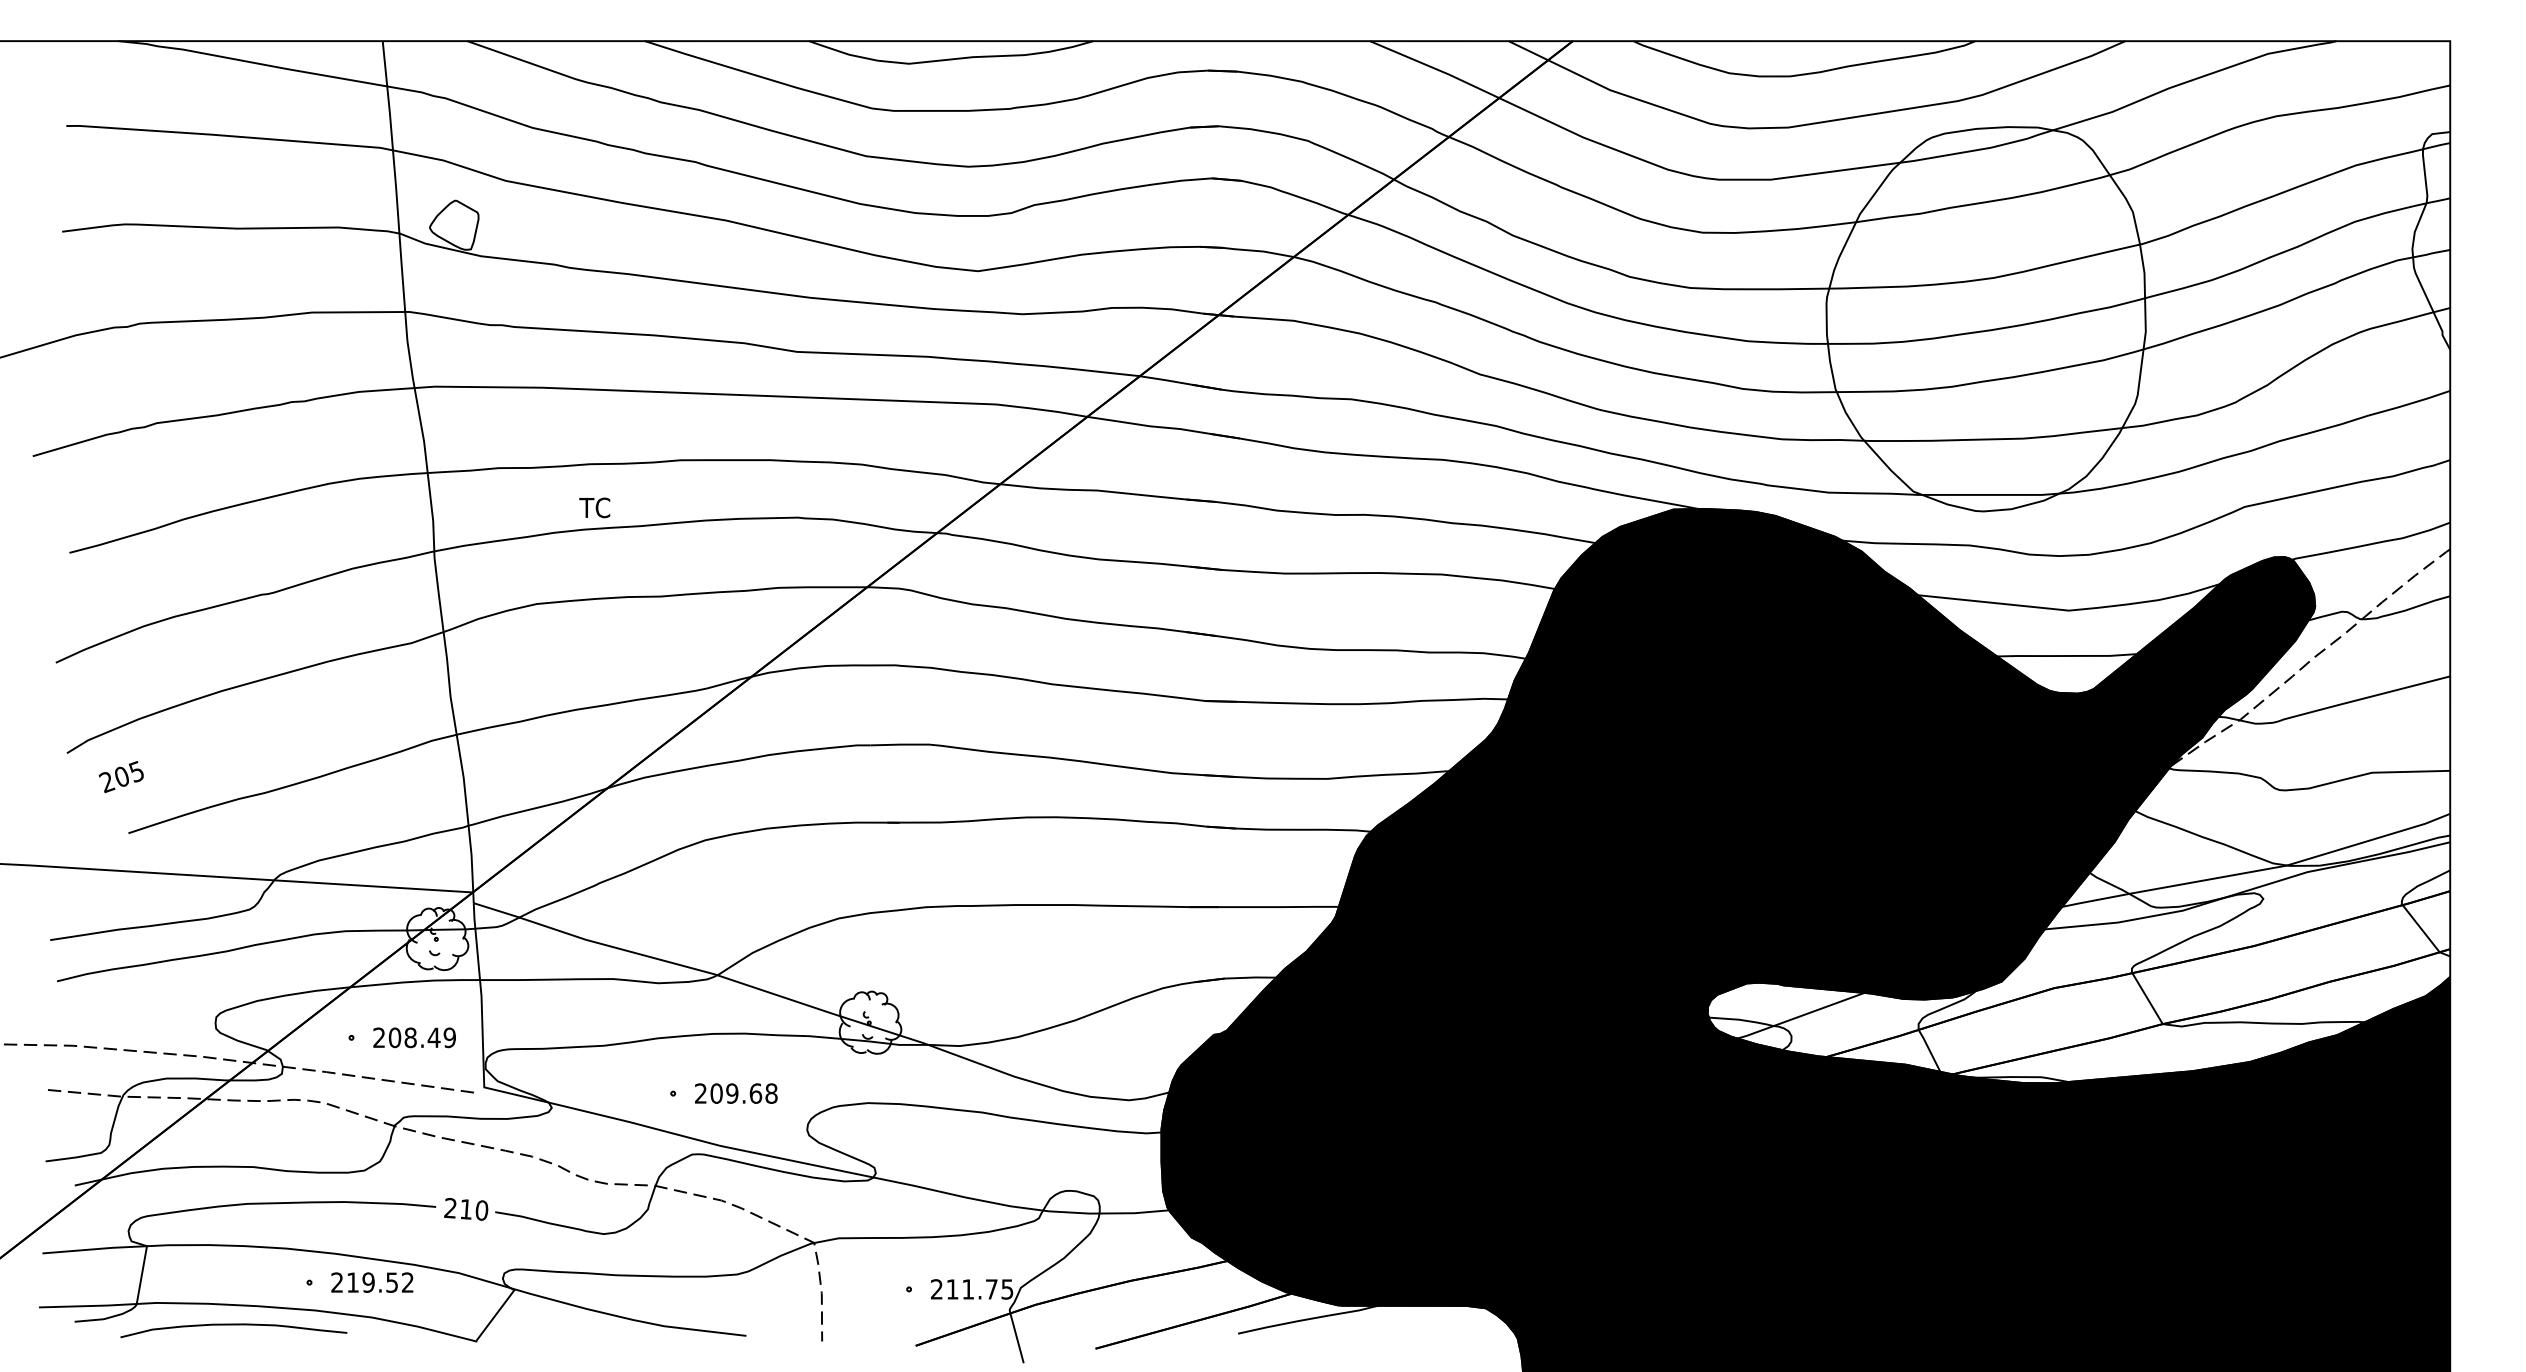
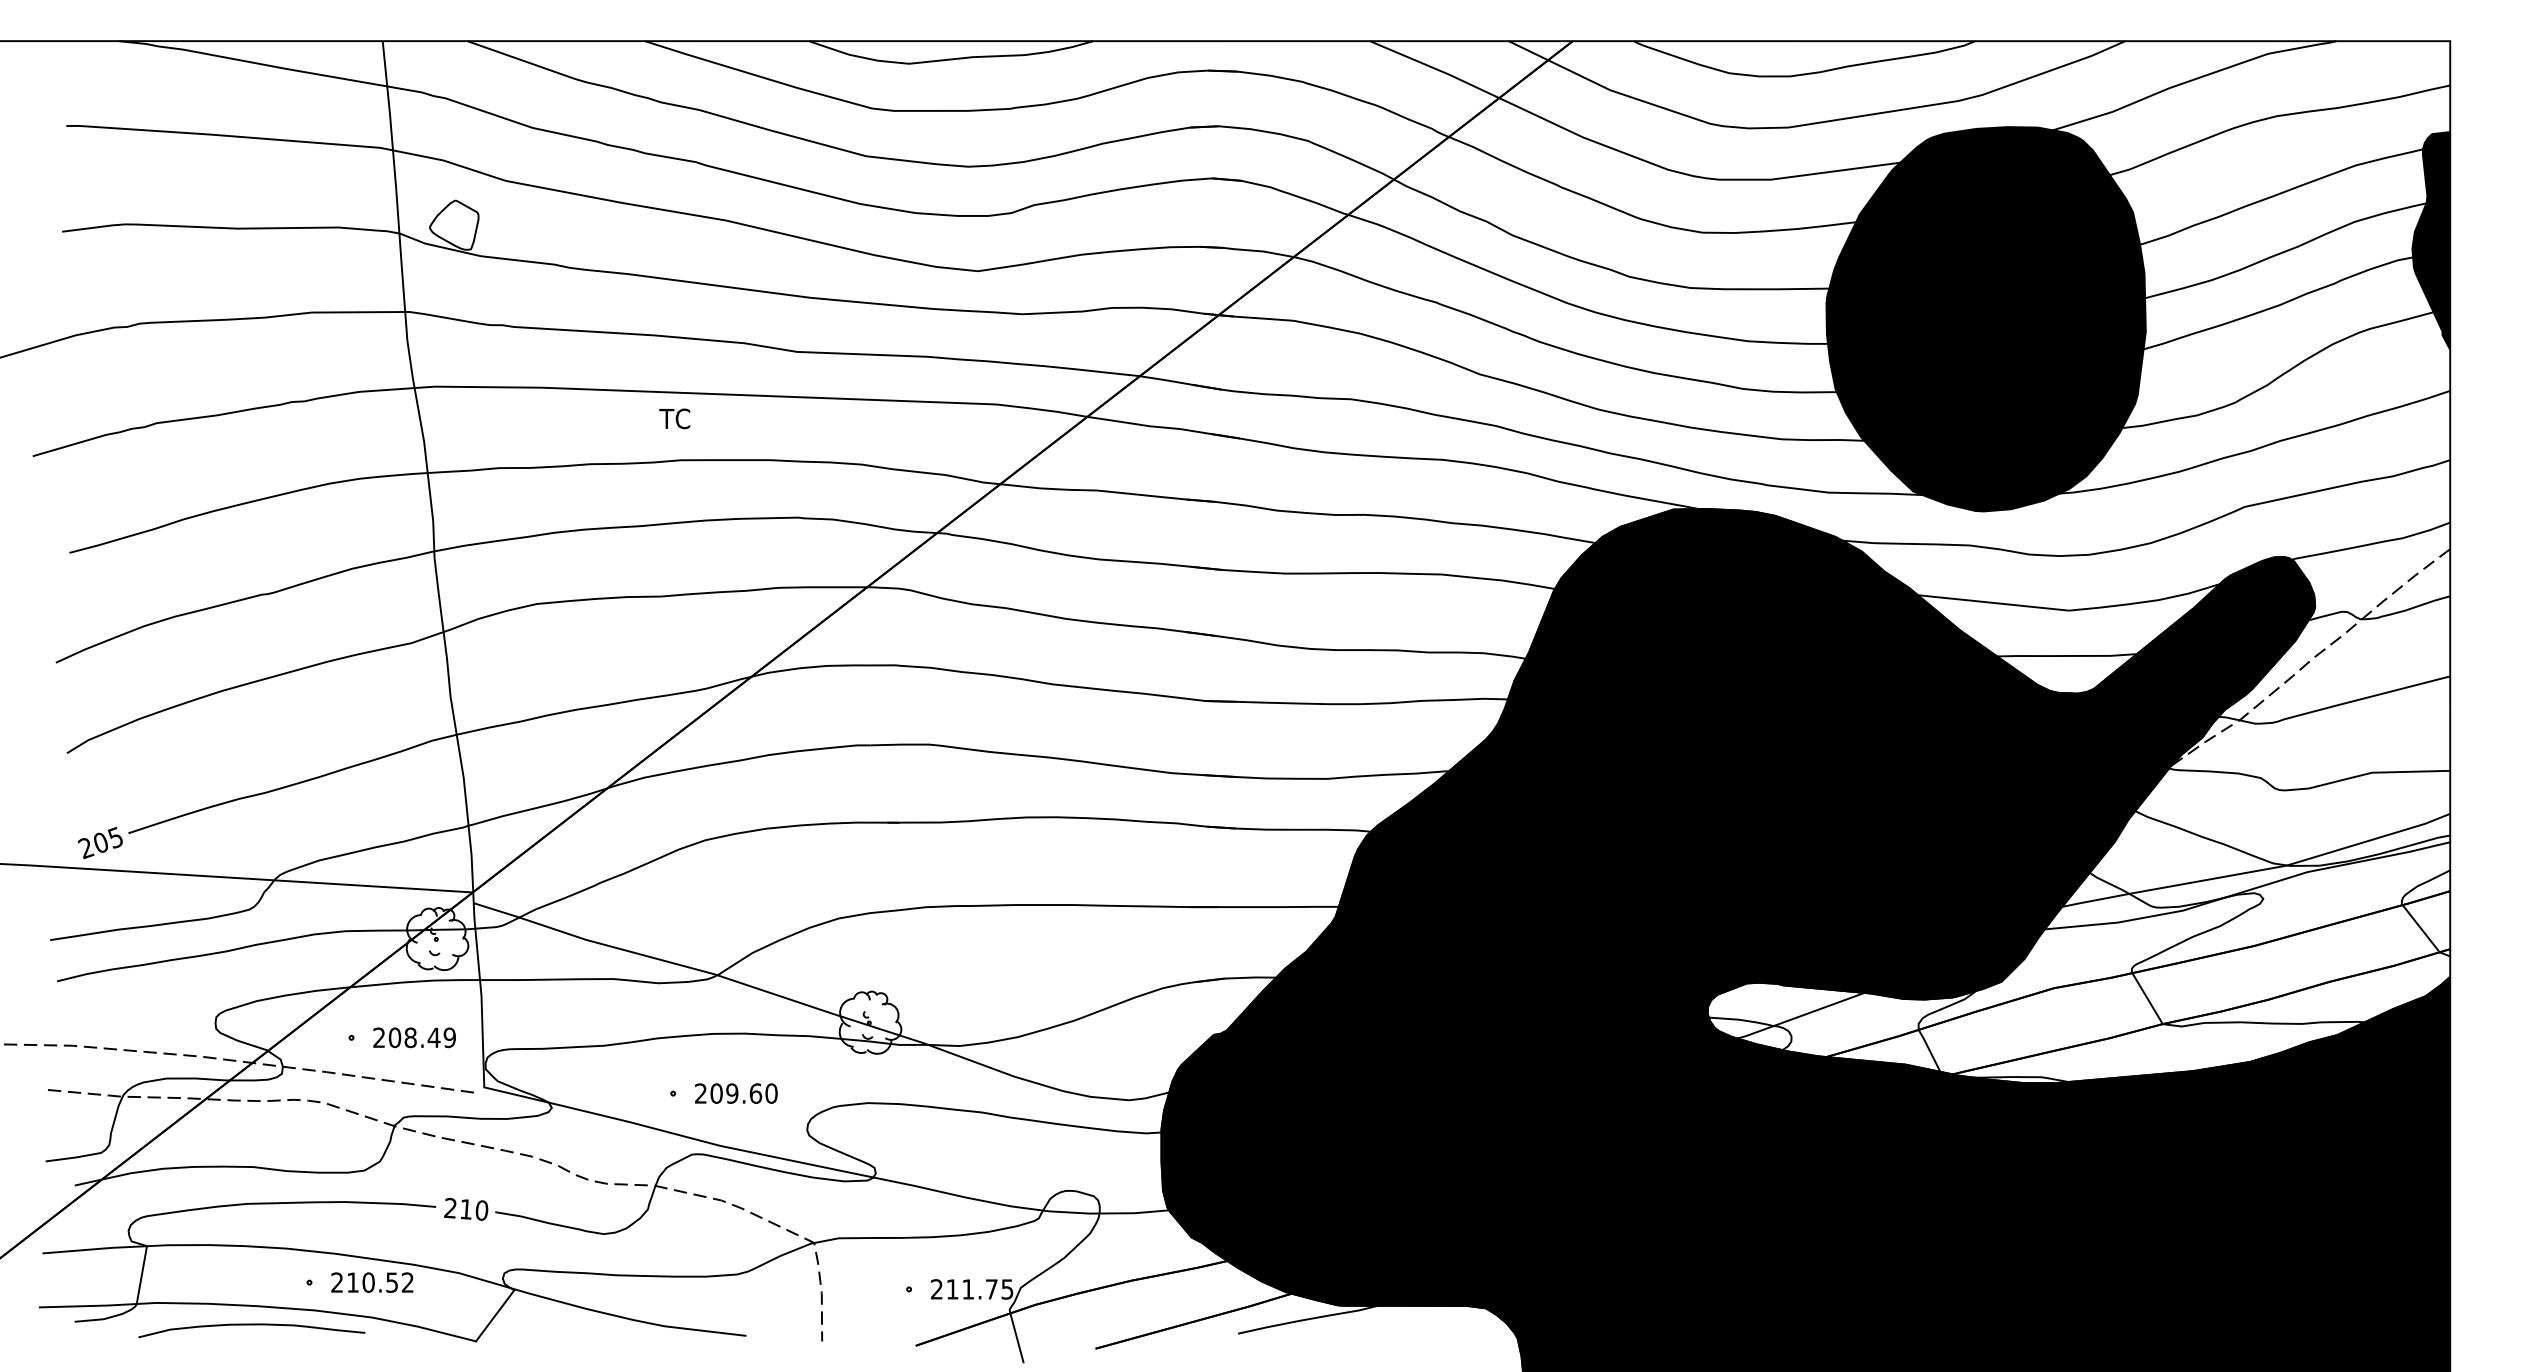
fill at (2431, 240): none -> present
fill at (1985, 319): none -> present
text at (594, 507) position: (594, 507) -> (674, 418)
text at (120, 777) position: (120, 777) -> (99, 843)
text at (771, 1093): 209.68 -> 209.60
text at (368, 1282): 219.52 -> 210.52
curve at (233, 1325) position: (233, 1325) -> (251, 1325)
